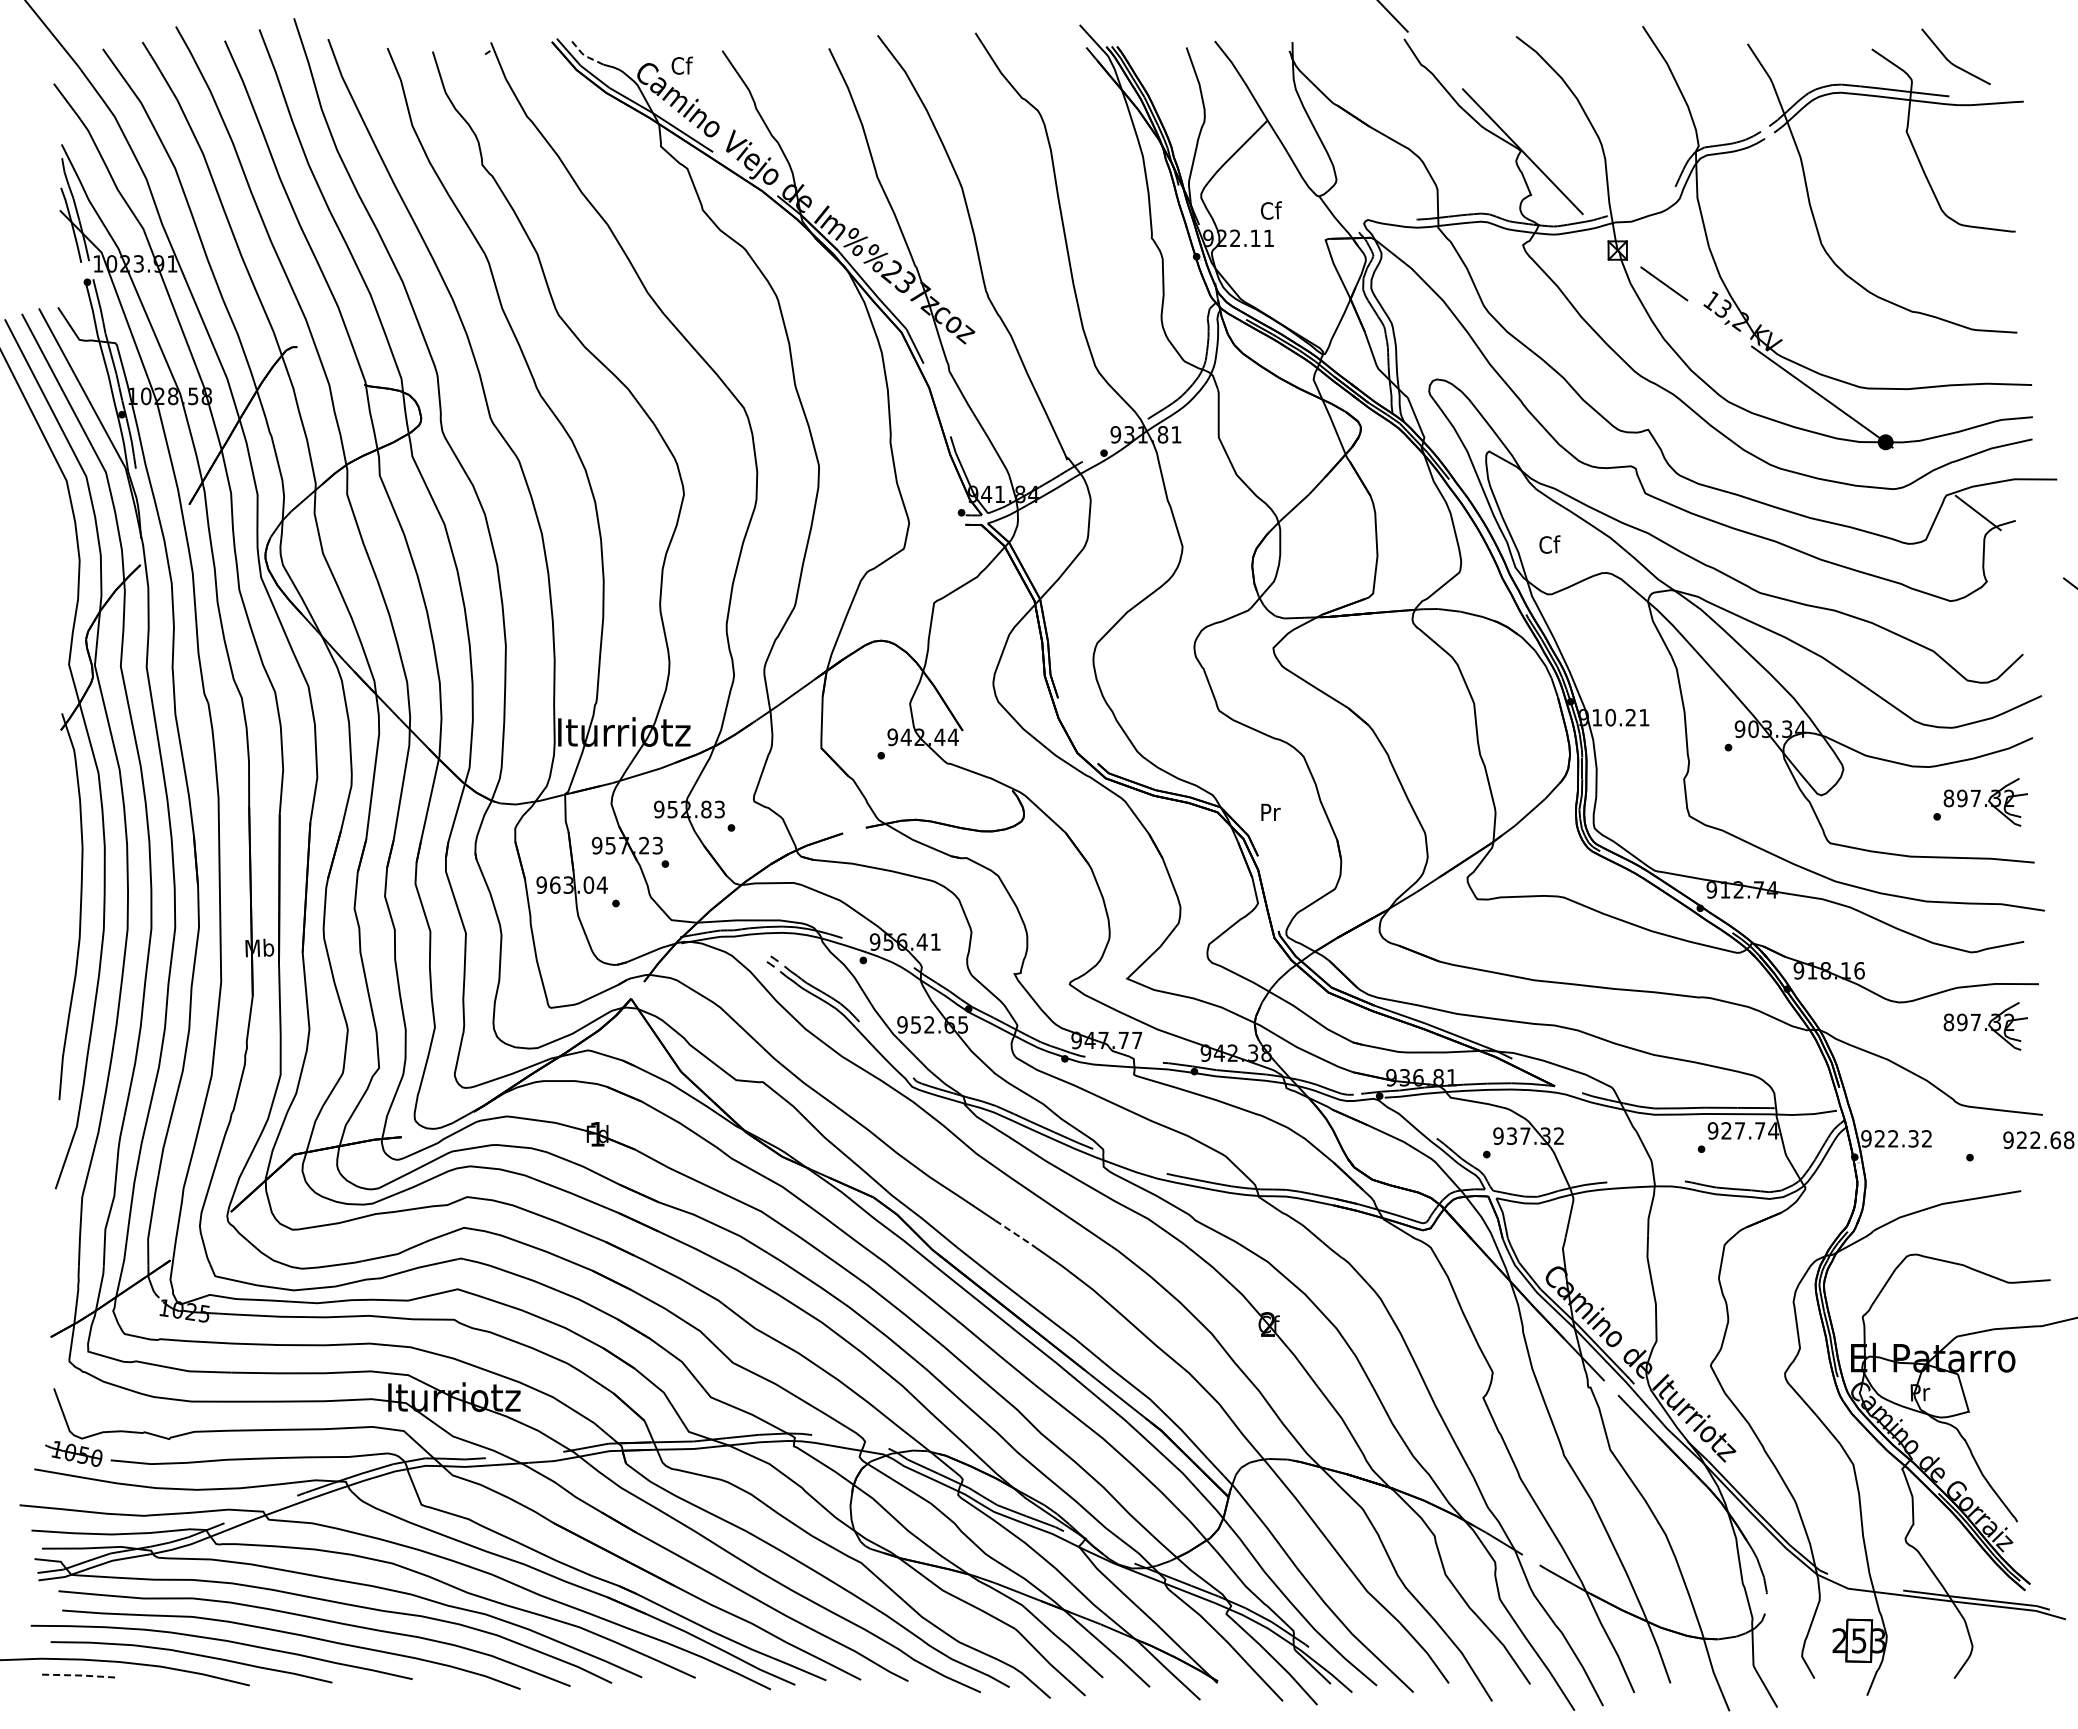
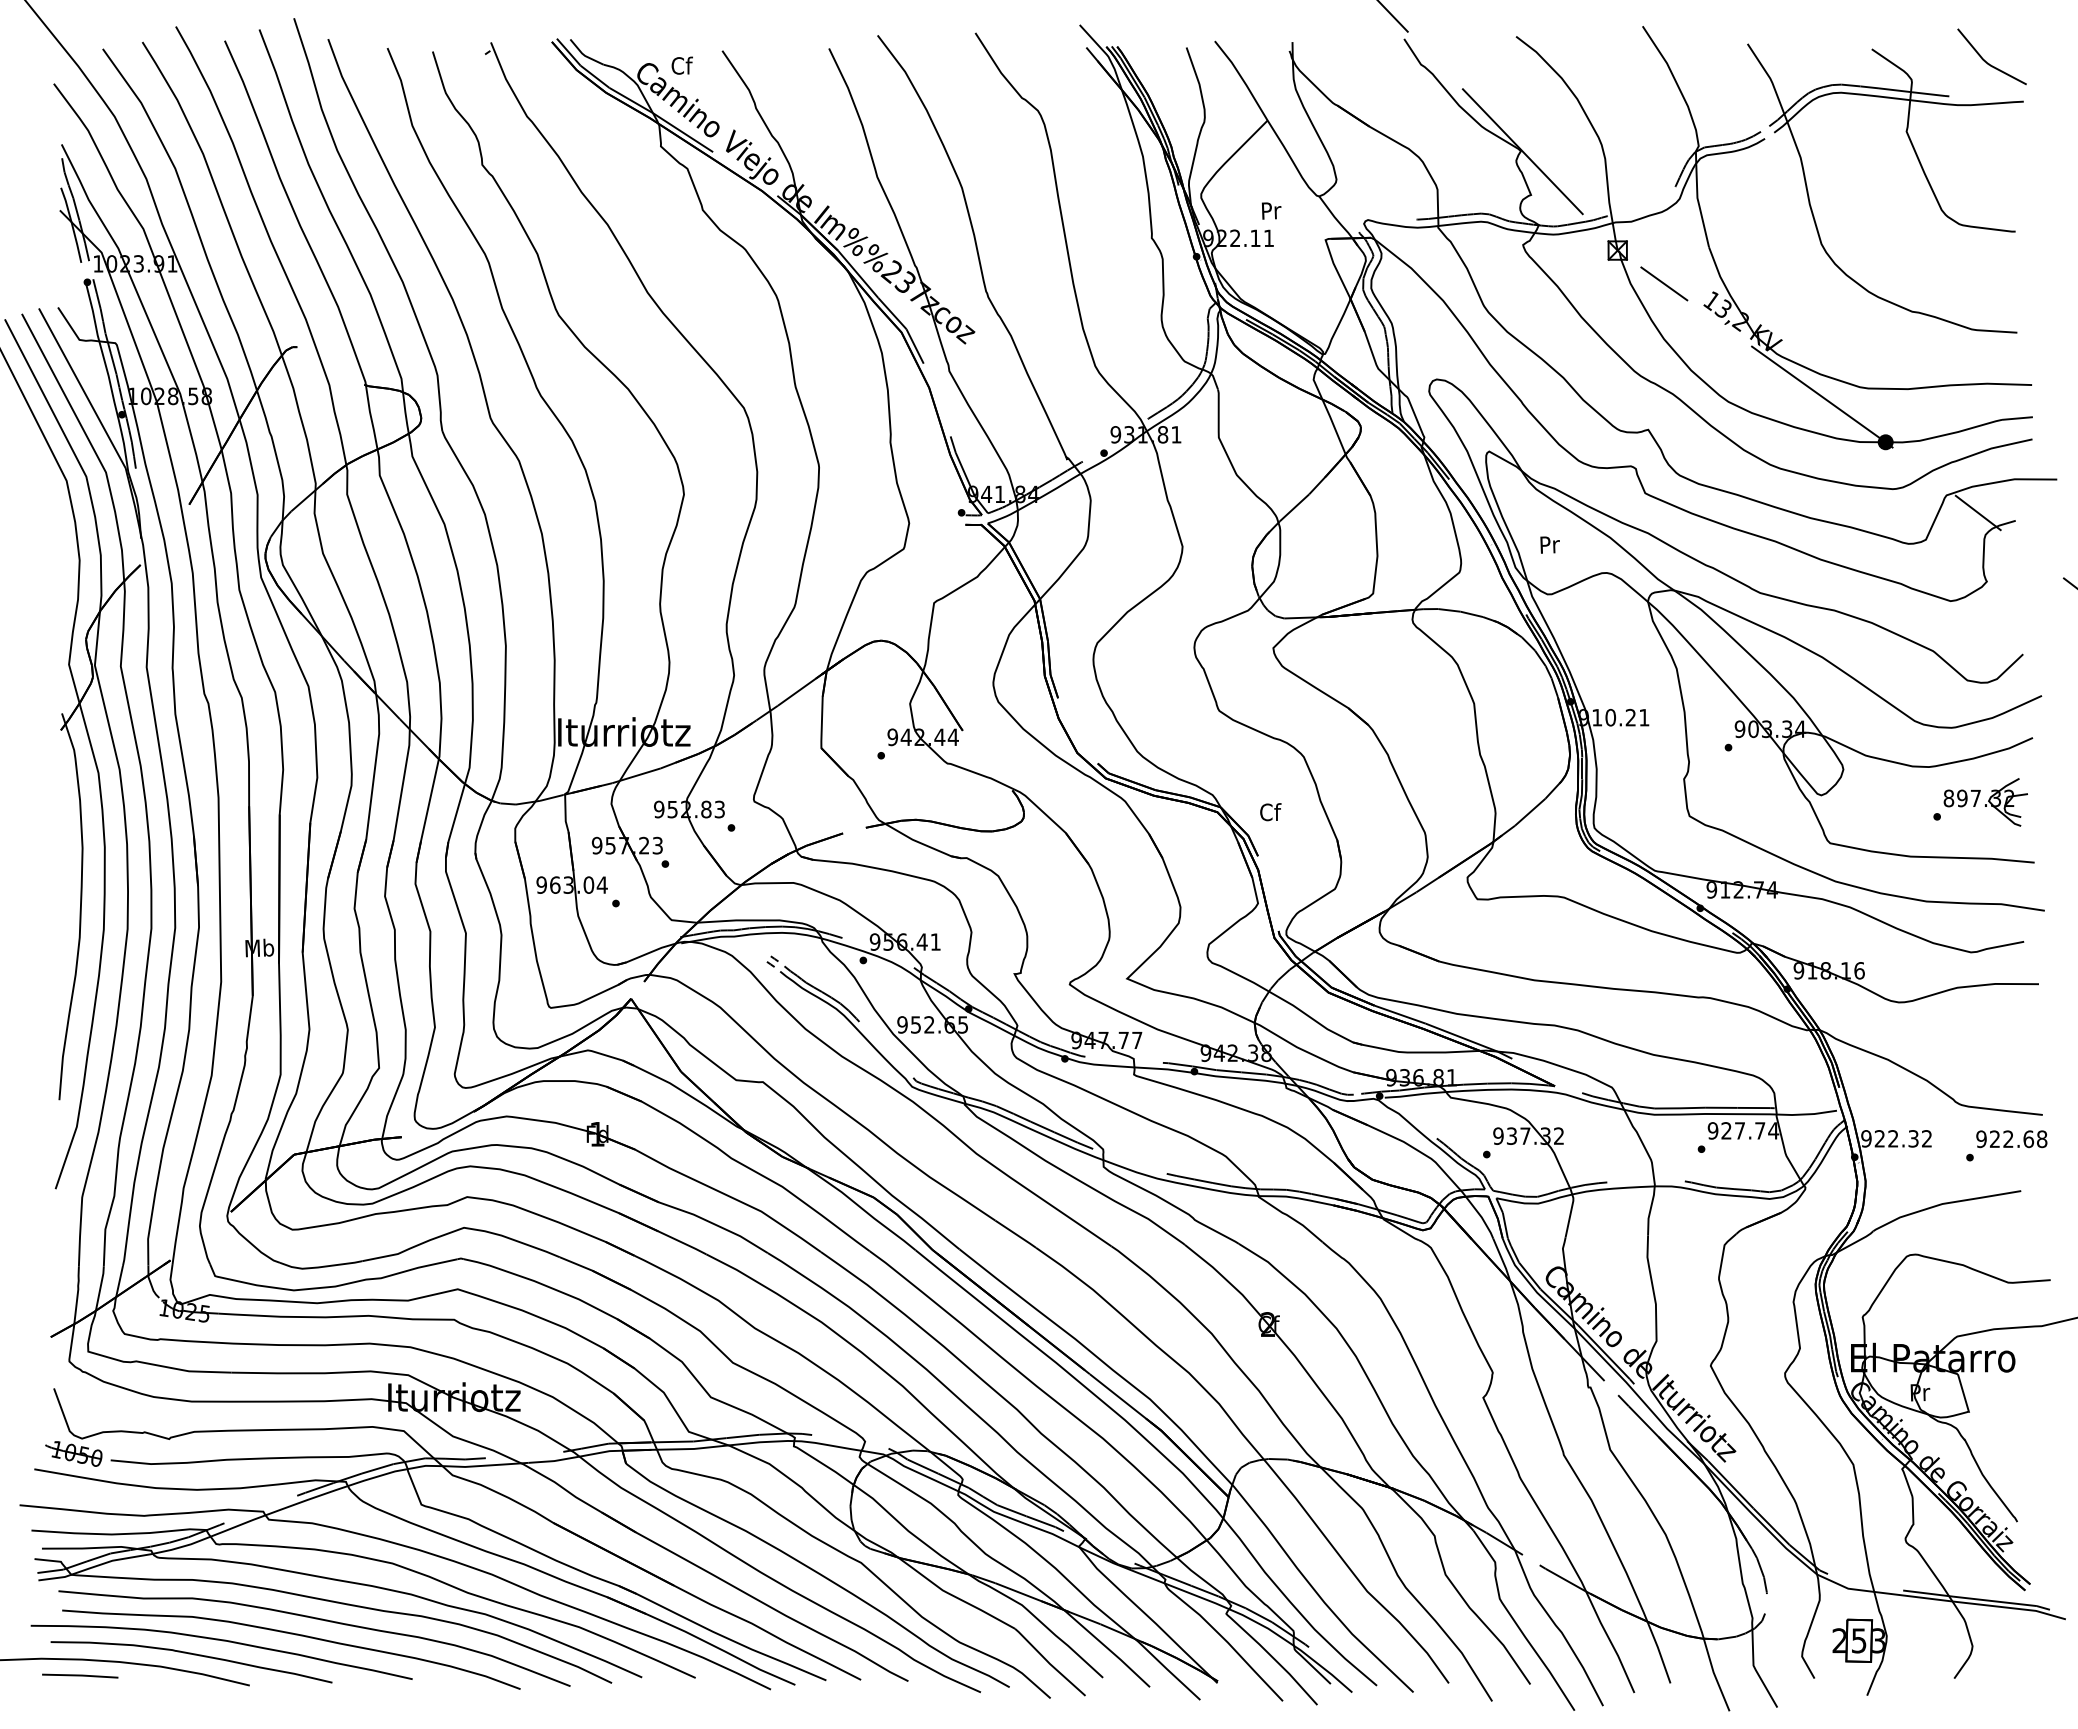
line at (583, 54): dashed -> solid
line at (1952, 62) position: (1952, 62) -> (1988, 62)
text at (1270, 210): Cf -> Pr
text at (1549, 544): Cf -> Pr
text at (1270, 812): Pr -> Cf
part at (1985, 1026): present -> none
text at (2038, 1140) position: (2038, 1140) -> (2011, 1139)
line at (1016, 1234): dashed -> solid
line at (80, 1675): dashed -> solid
